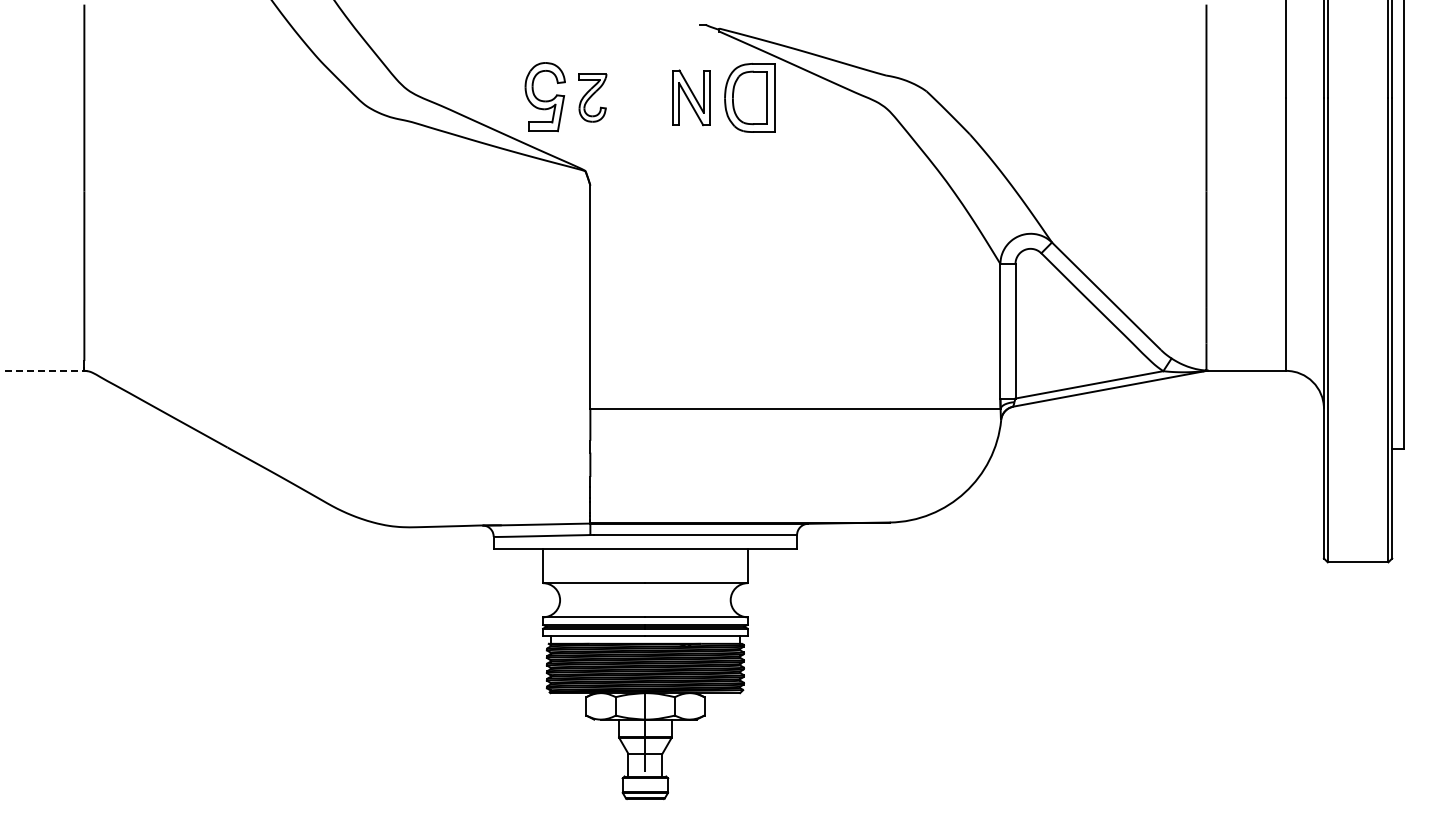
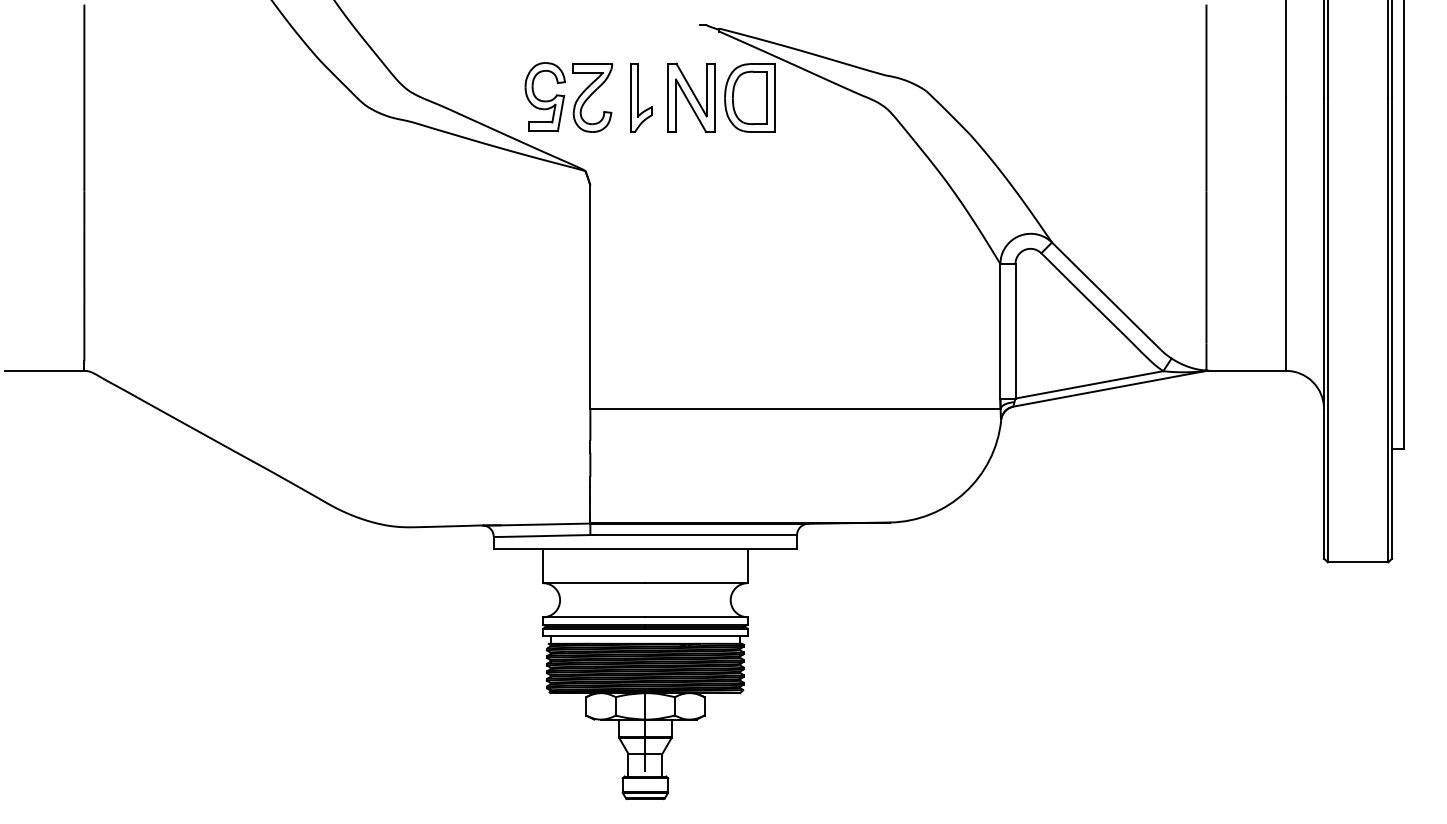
part at (592, 97) size: 30x50 px -> 42x70 px
part at (641, 97): none -> present
part at (691, 97) size: 39x58 px -> 49x71 px
line at (44, 370): dashed -> solid
